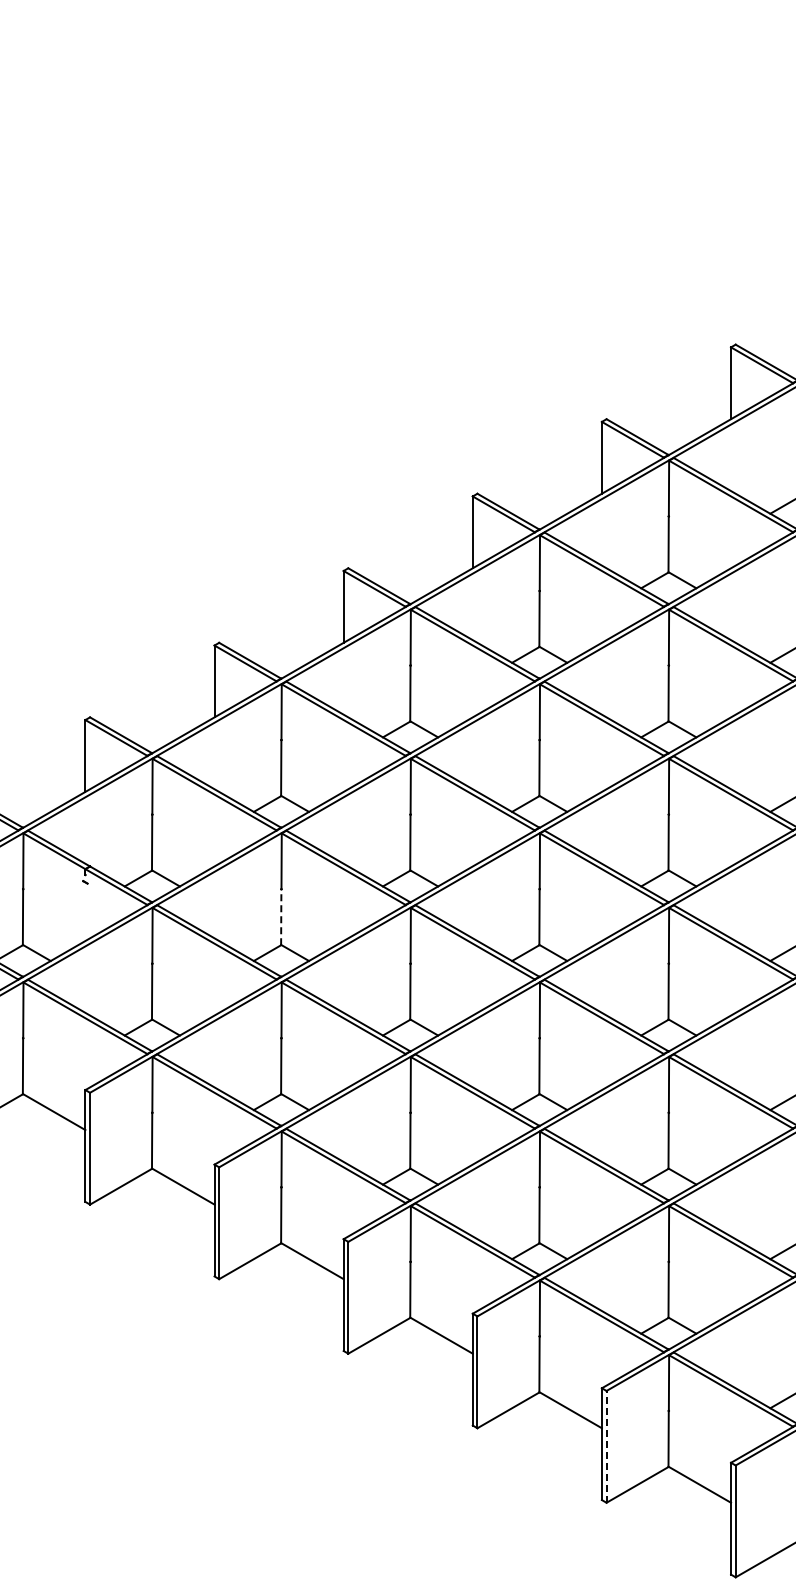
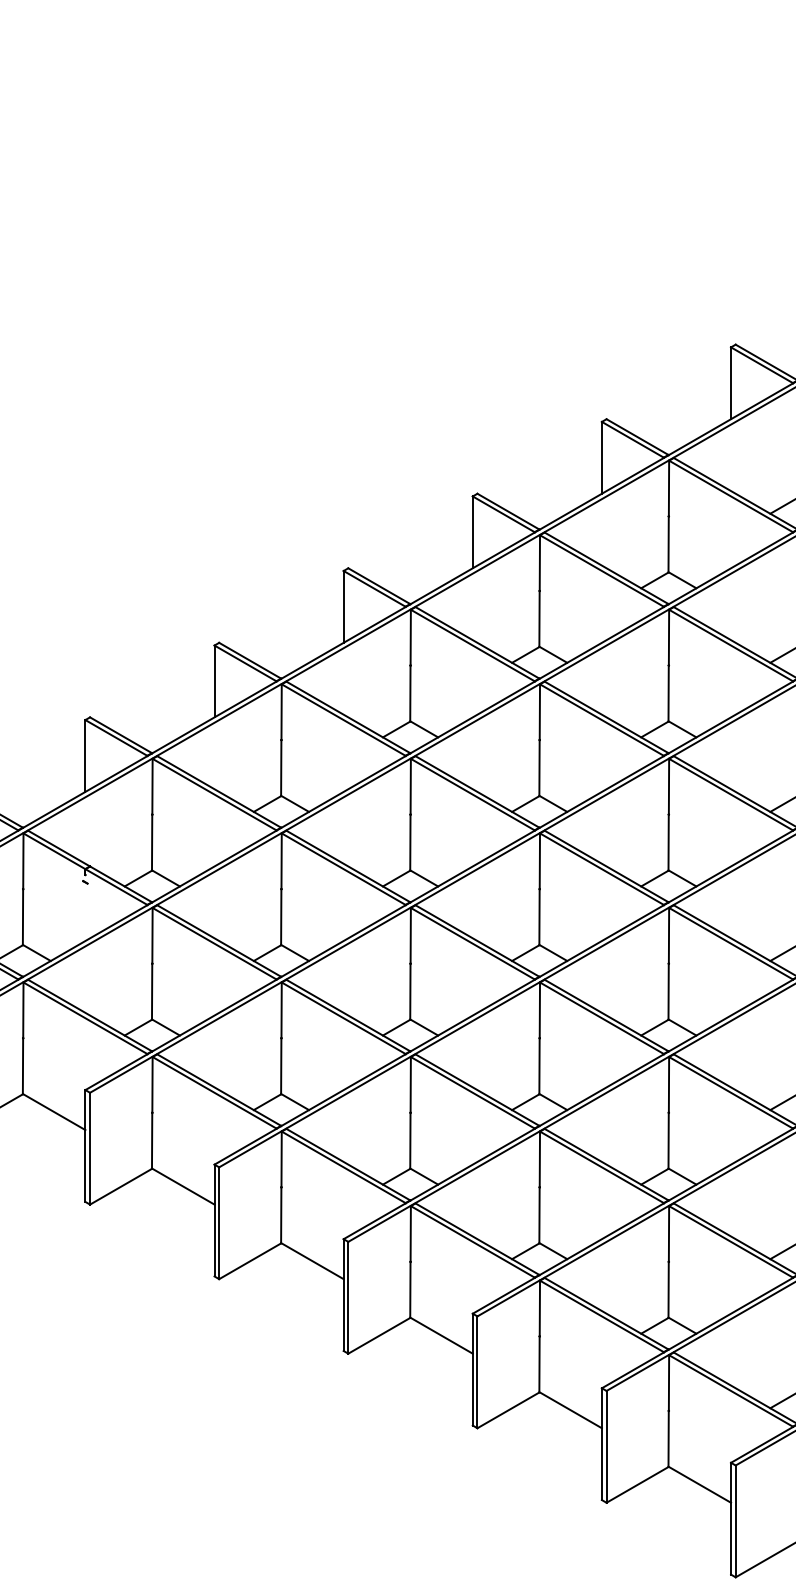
line at (281, 916): dashed -> solid
line at (606, 1446): dashed -> solid
